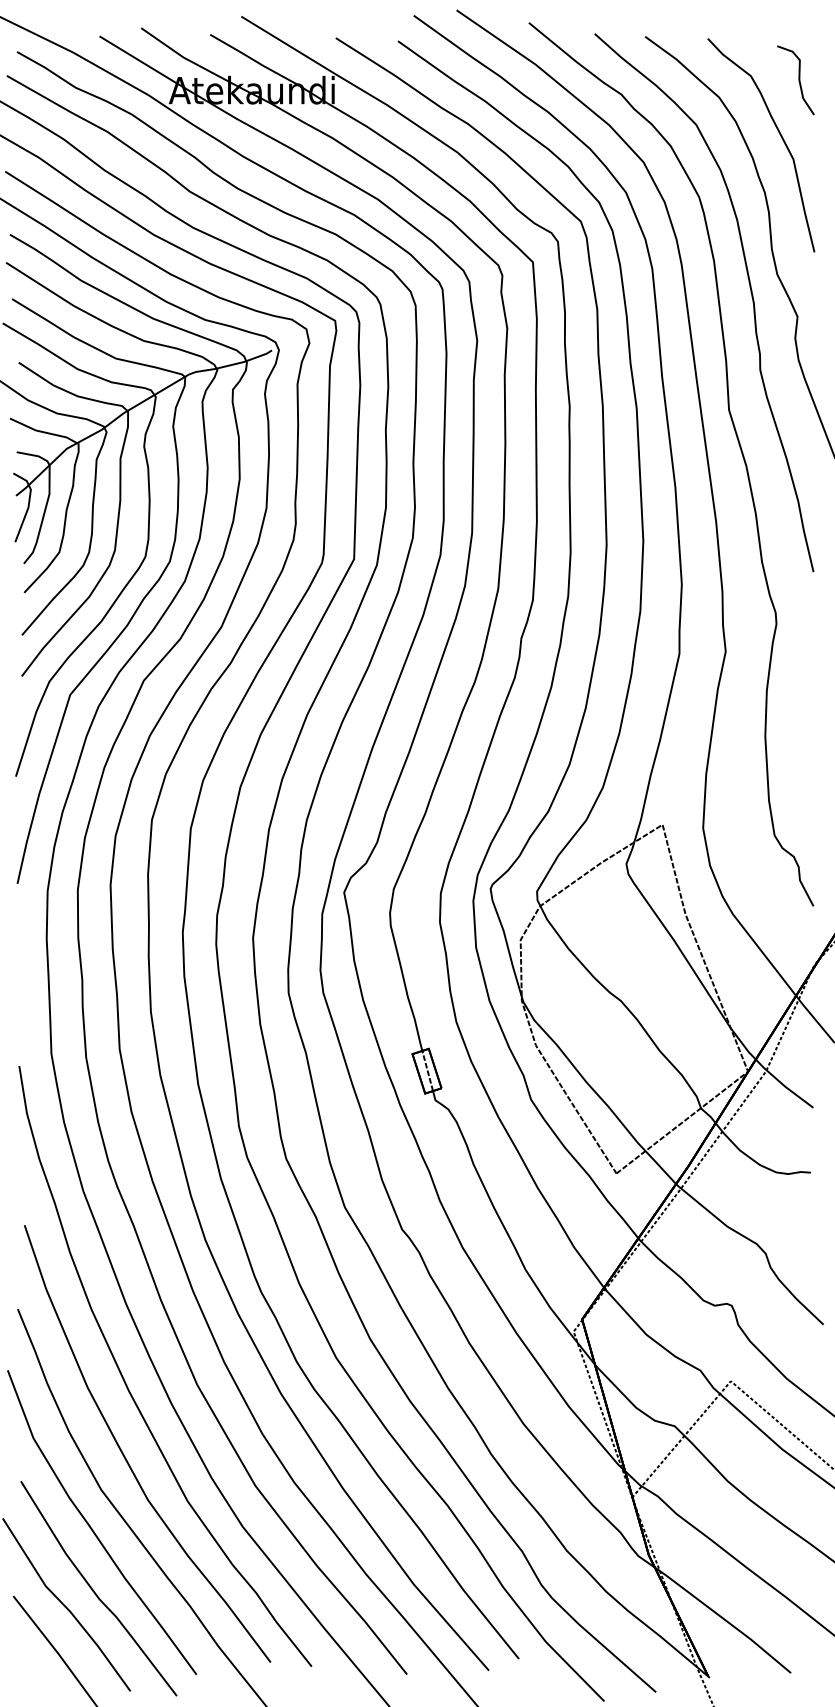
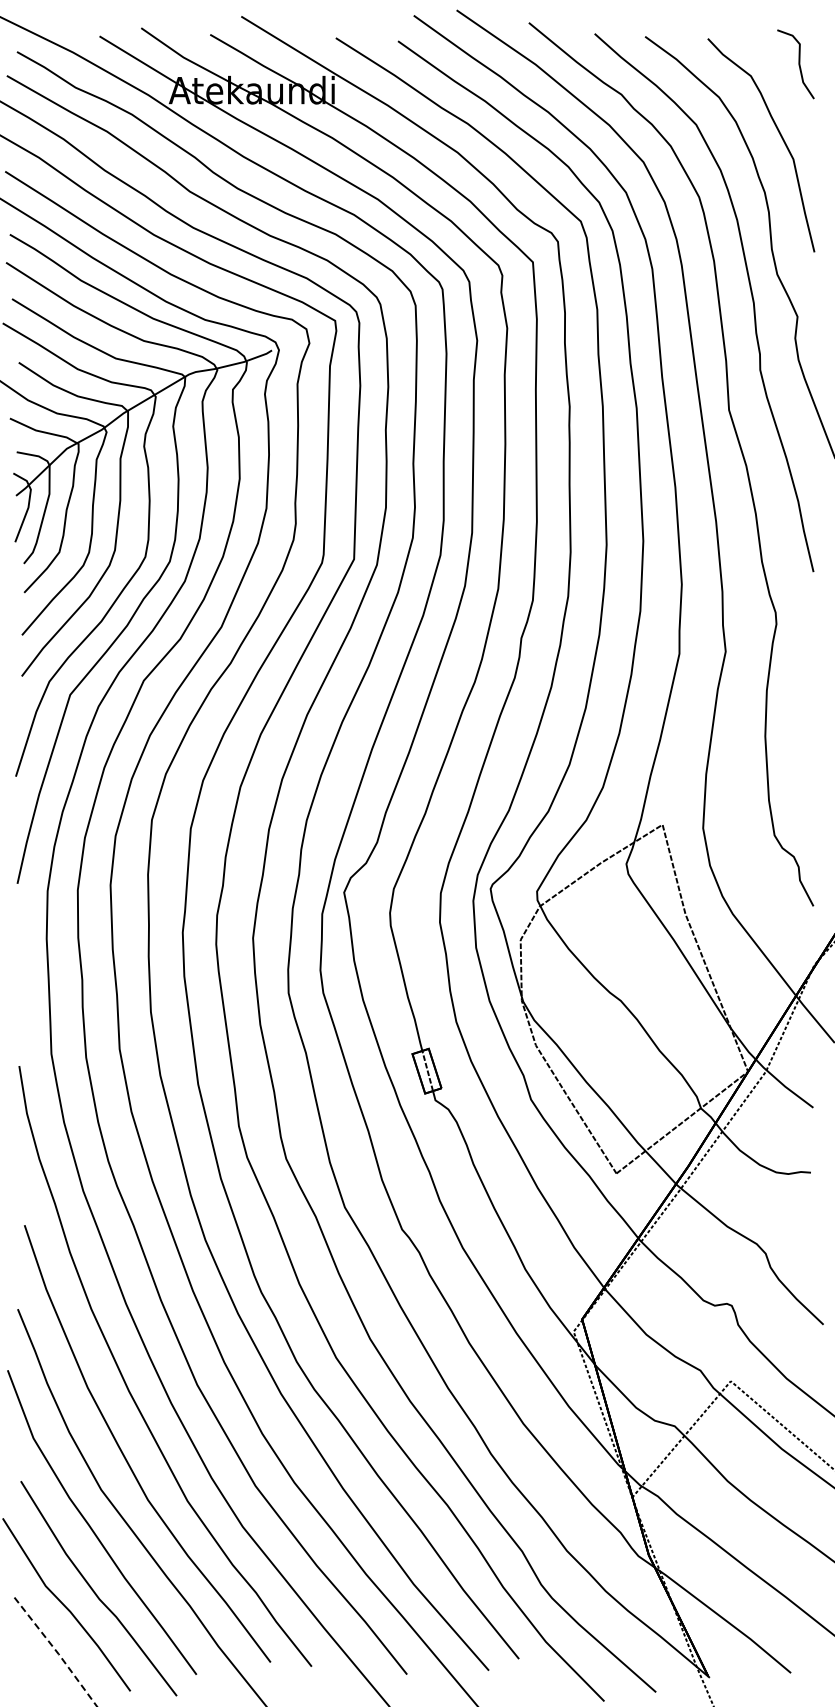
curve at (798, 80) position: (798, 80) -> (798, 64)
line at (56, 1651): solid -> dashed
